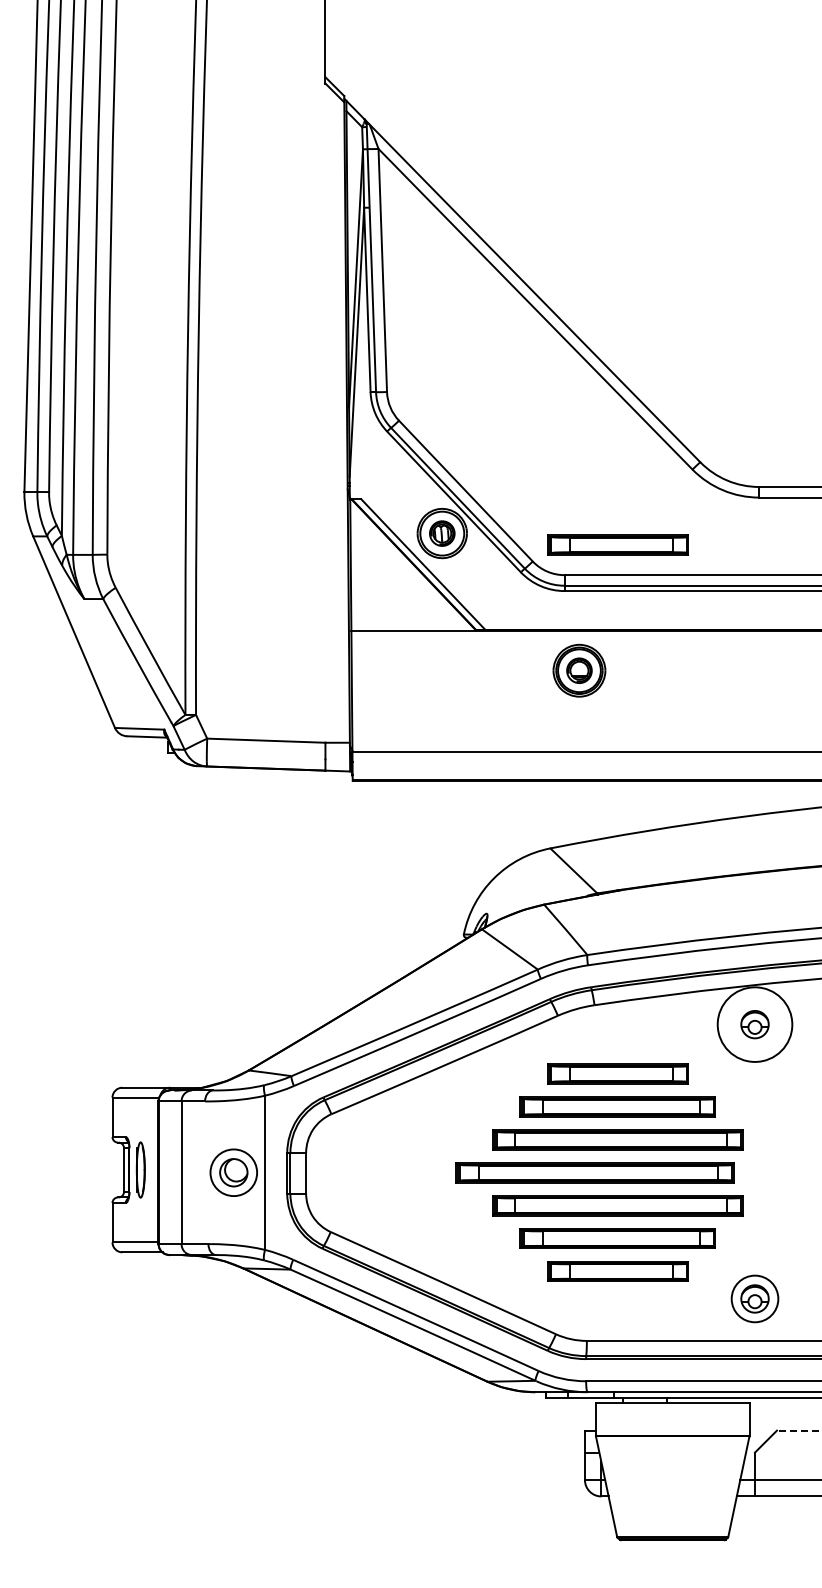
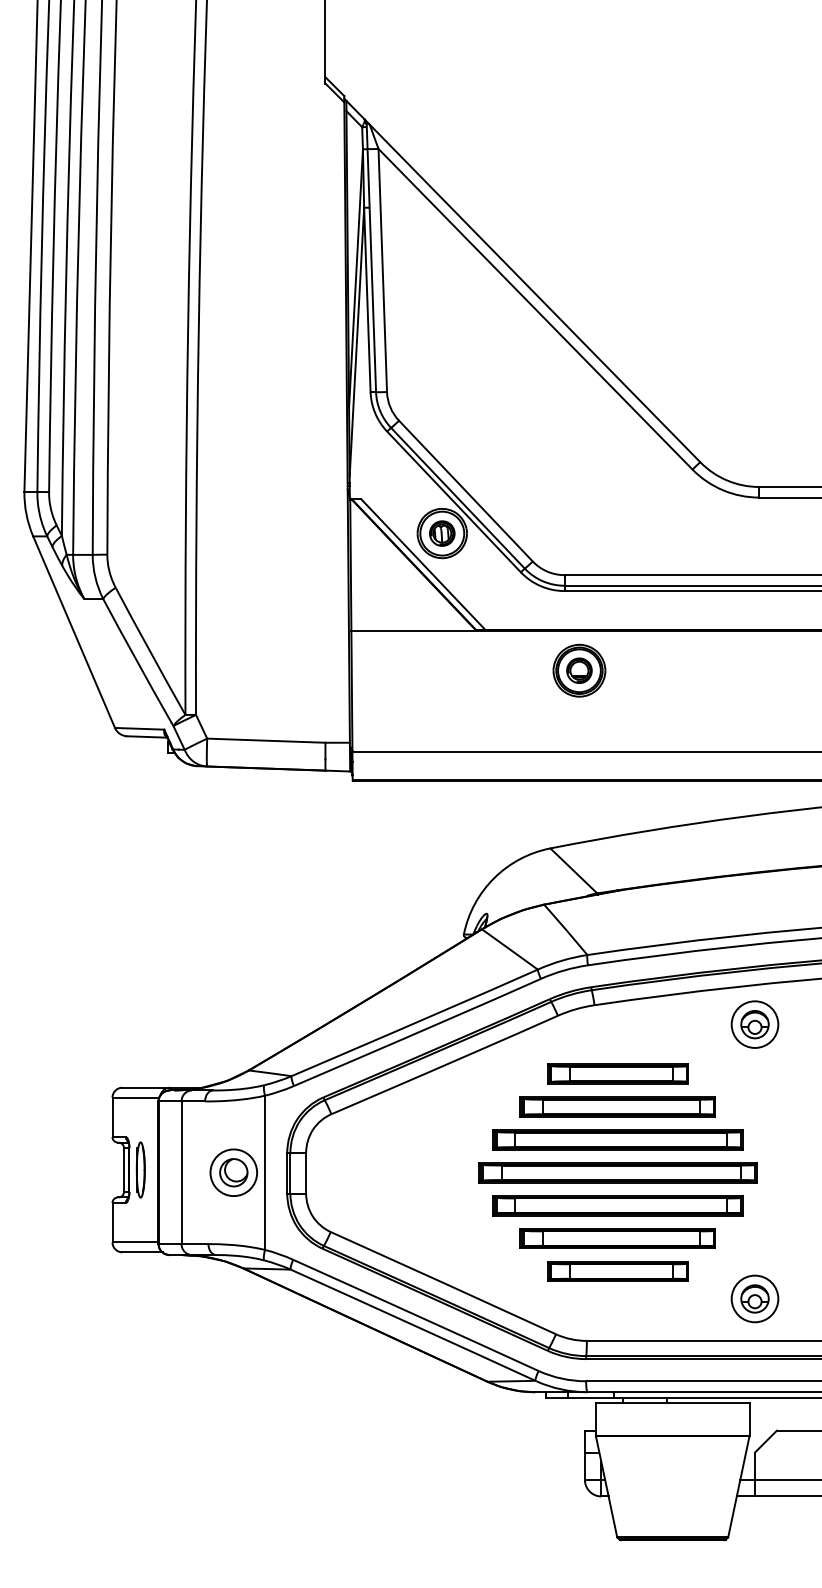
part at (617, 544): present -> none
circle at (754, 1024) diameter: 75 px -> 47 px
part at (594, 1172) position: (594, 1172) -> (617, 1172)
line at (798, 1430): dashed -> solid
